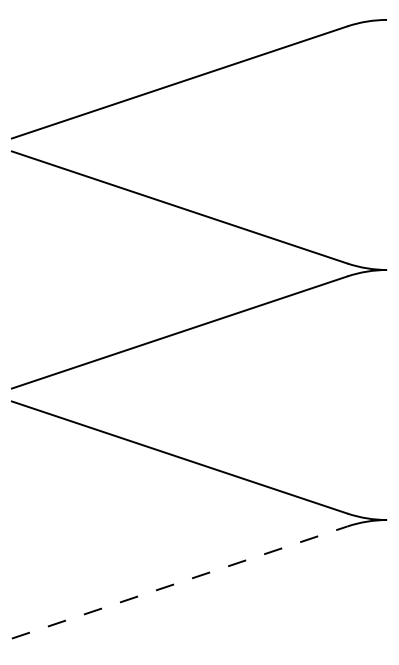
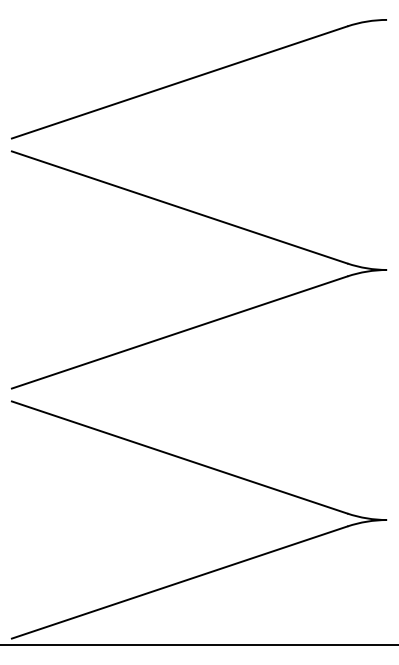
line at (179, 582): dashed -> solid
line at (198, 645): none -> present
